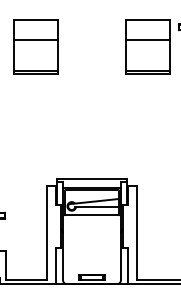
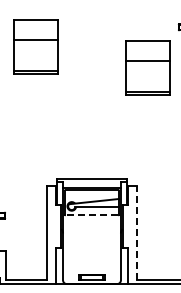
part at (147, 46) position: (147, 46) -> (147, 67)
line at (91, 215): solid -> dashed
line at (137, 232): solid -> dashed
